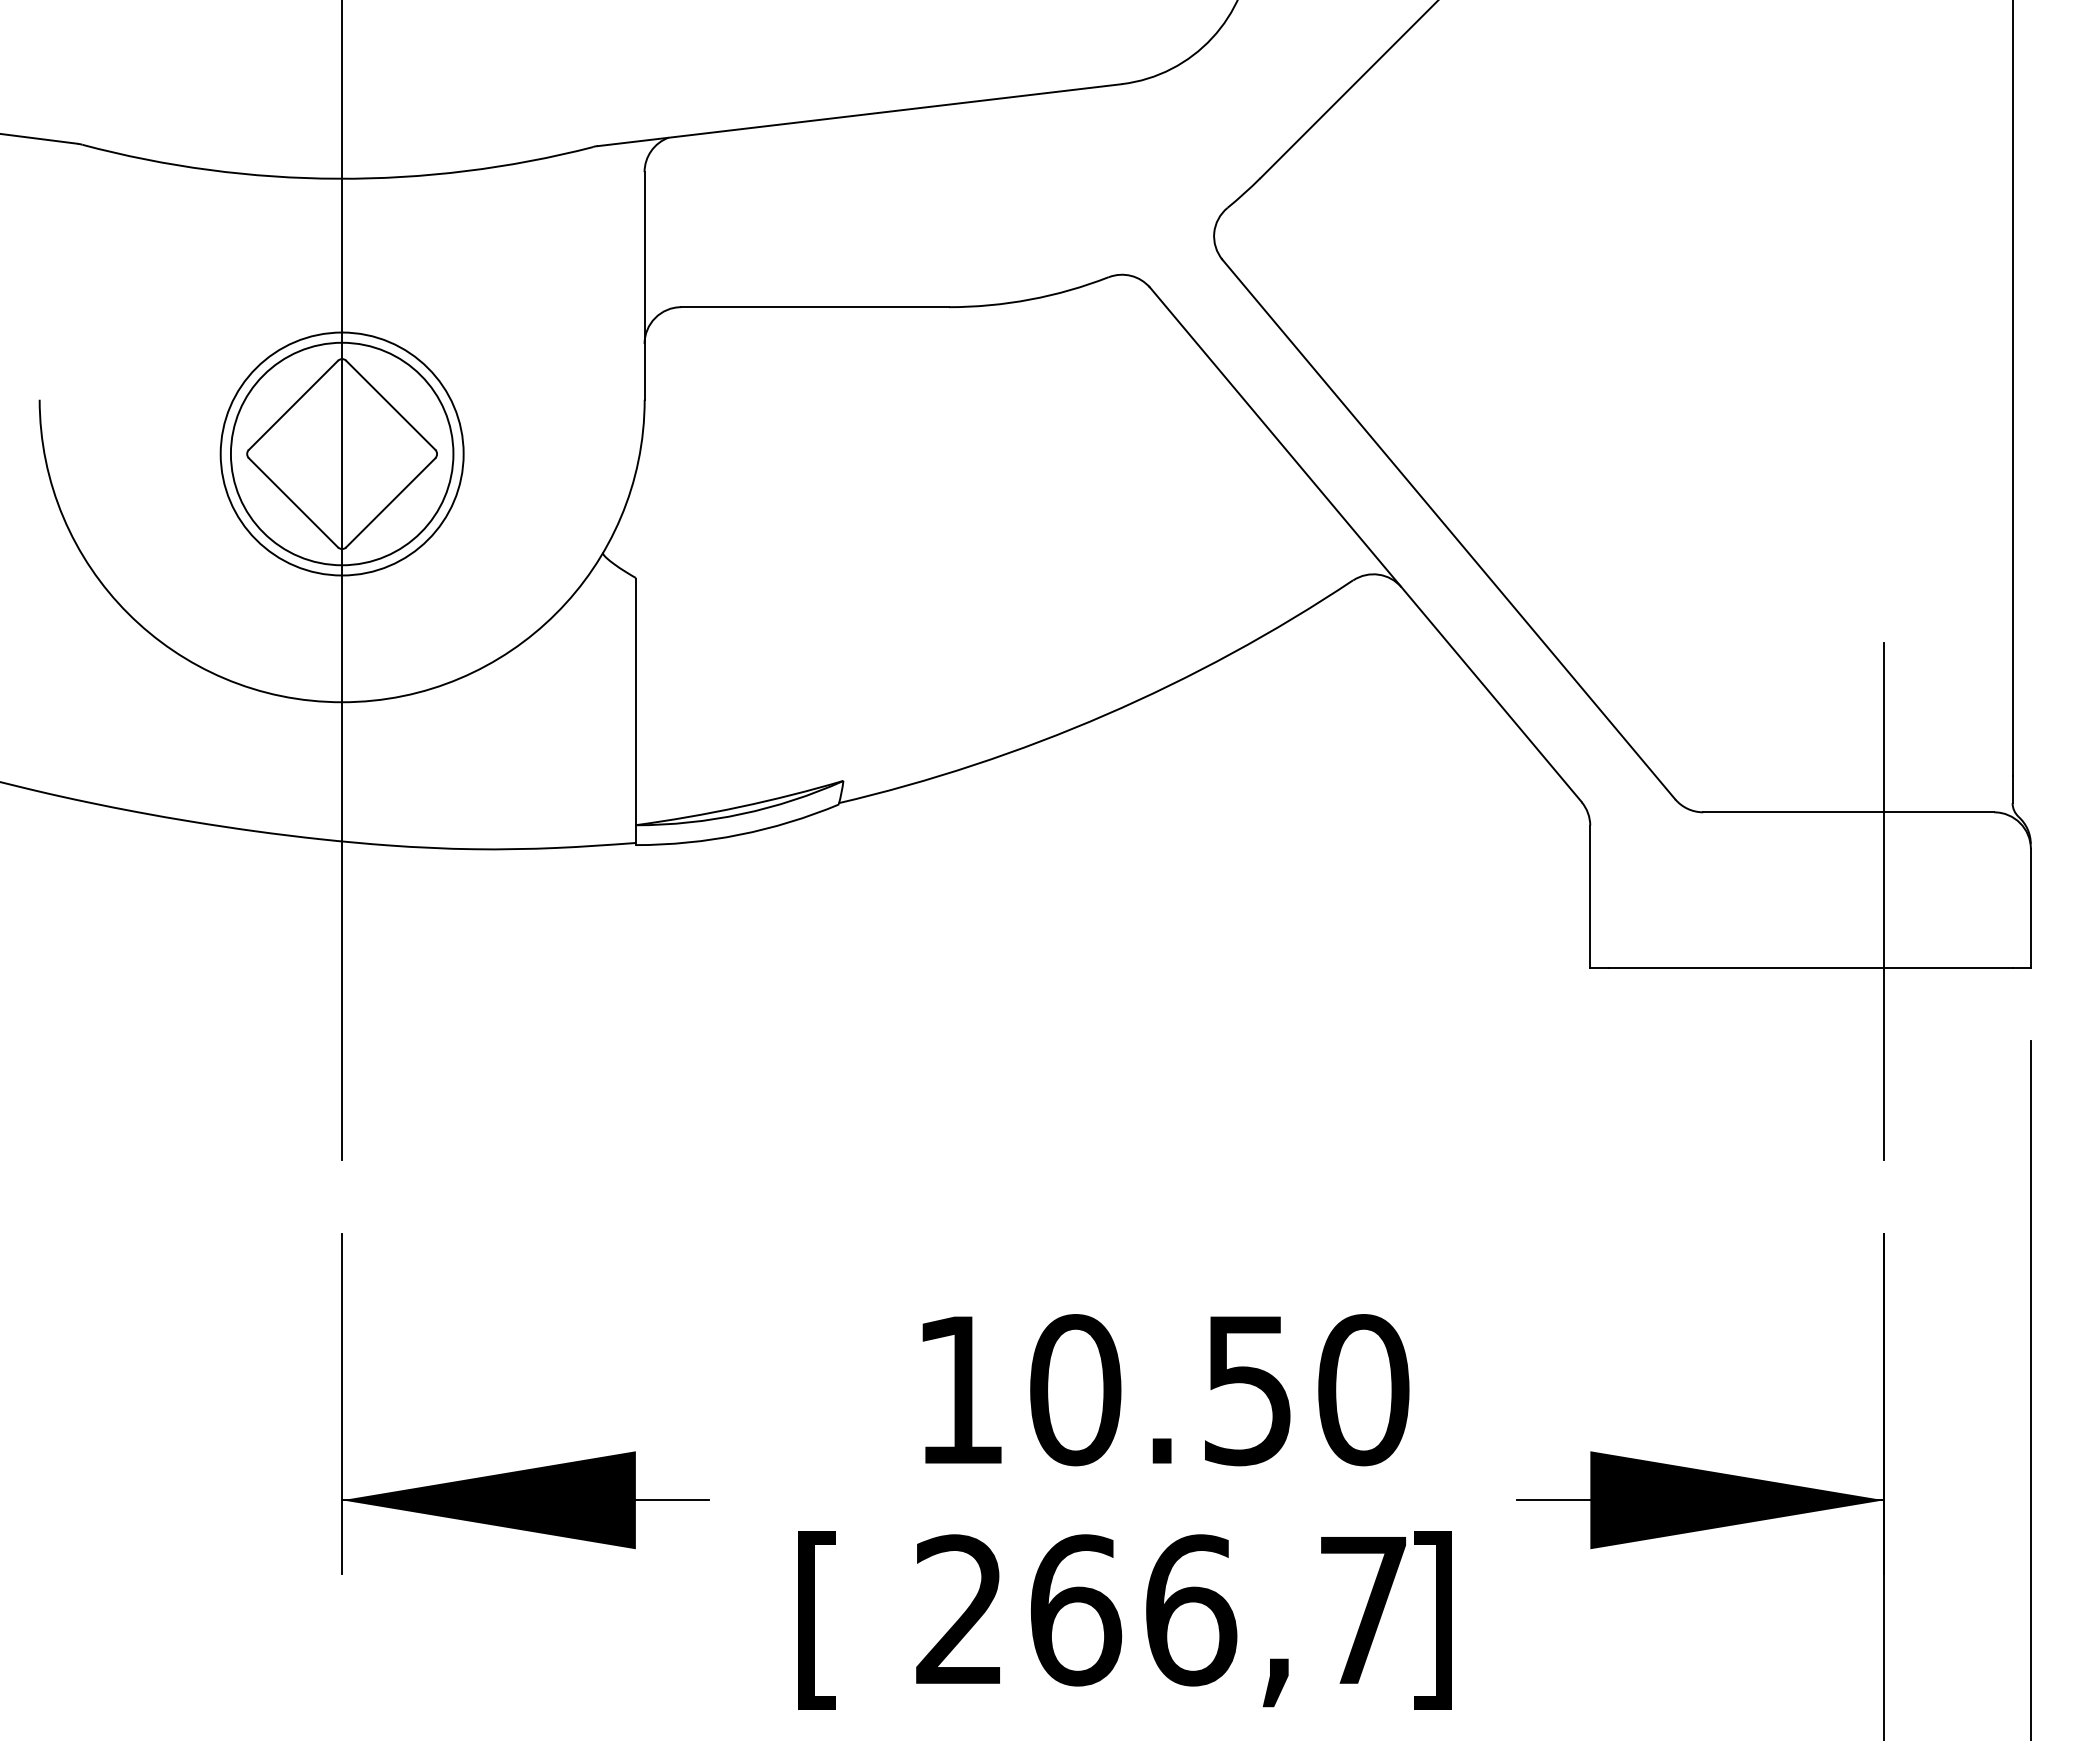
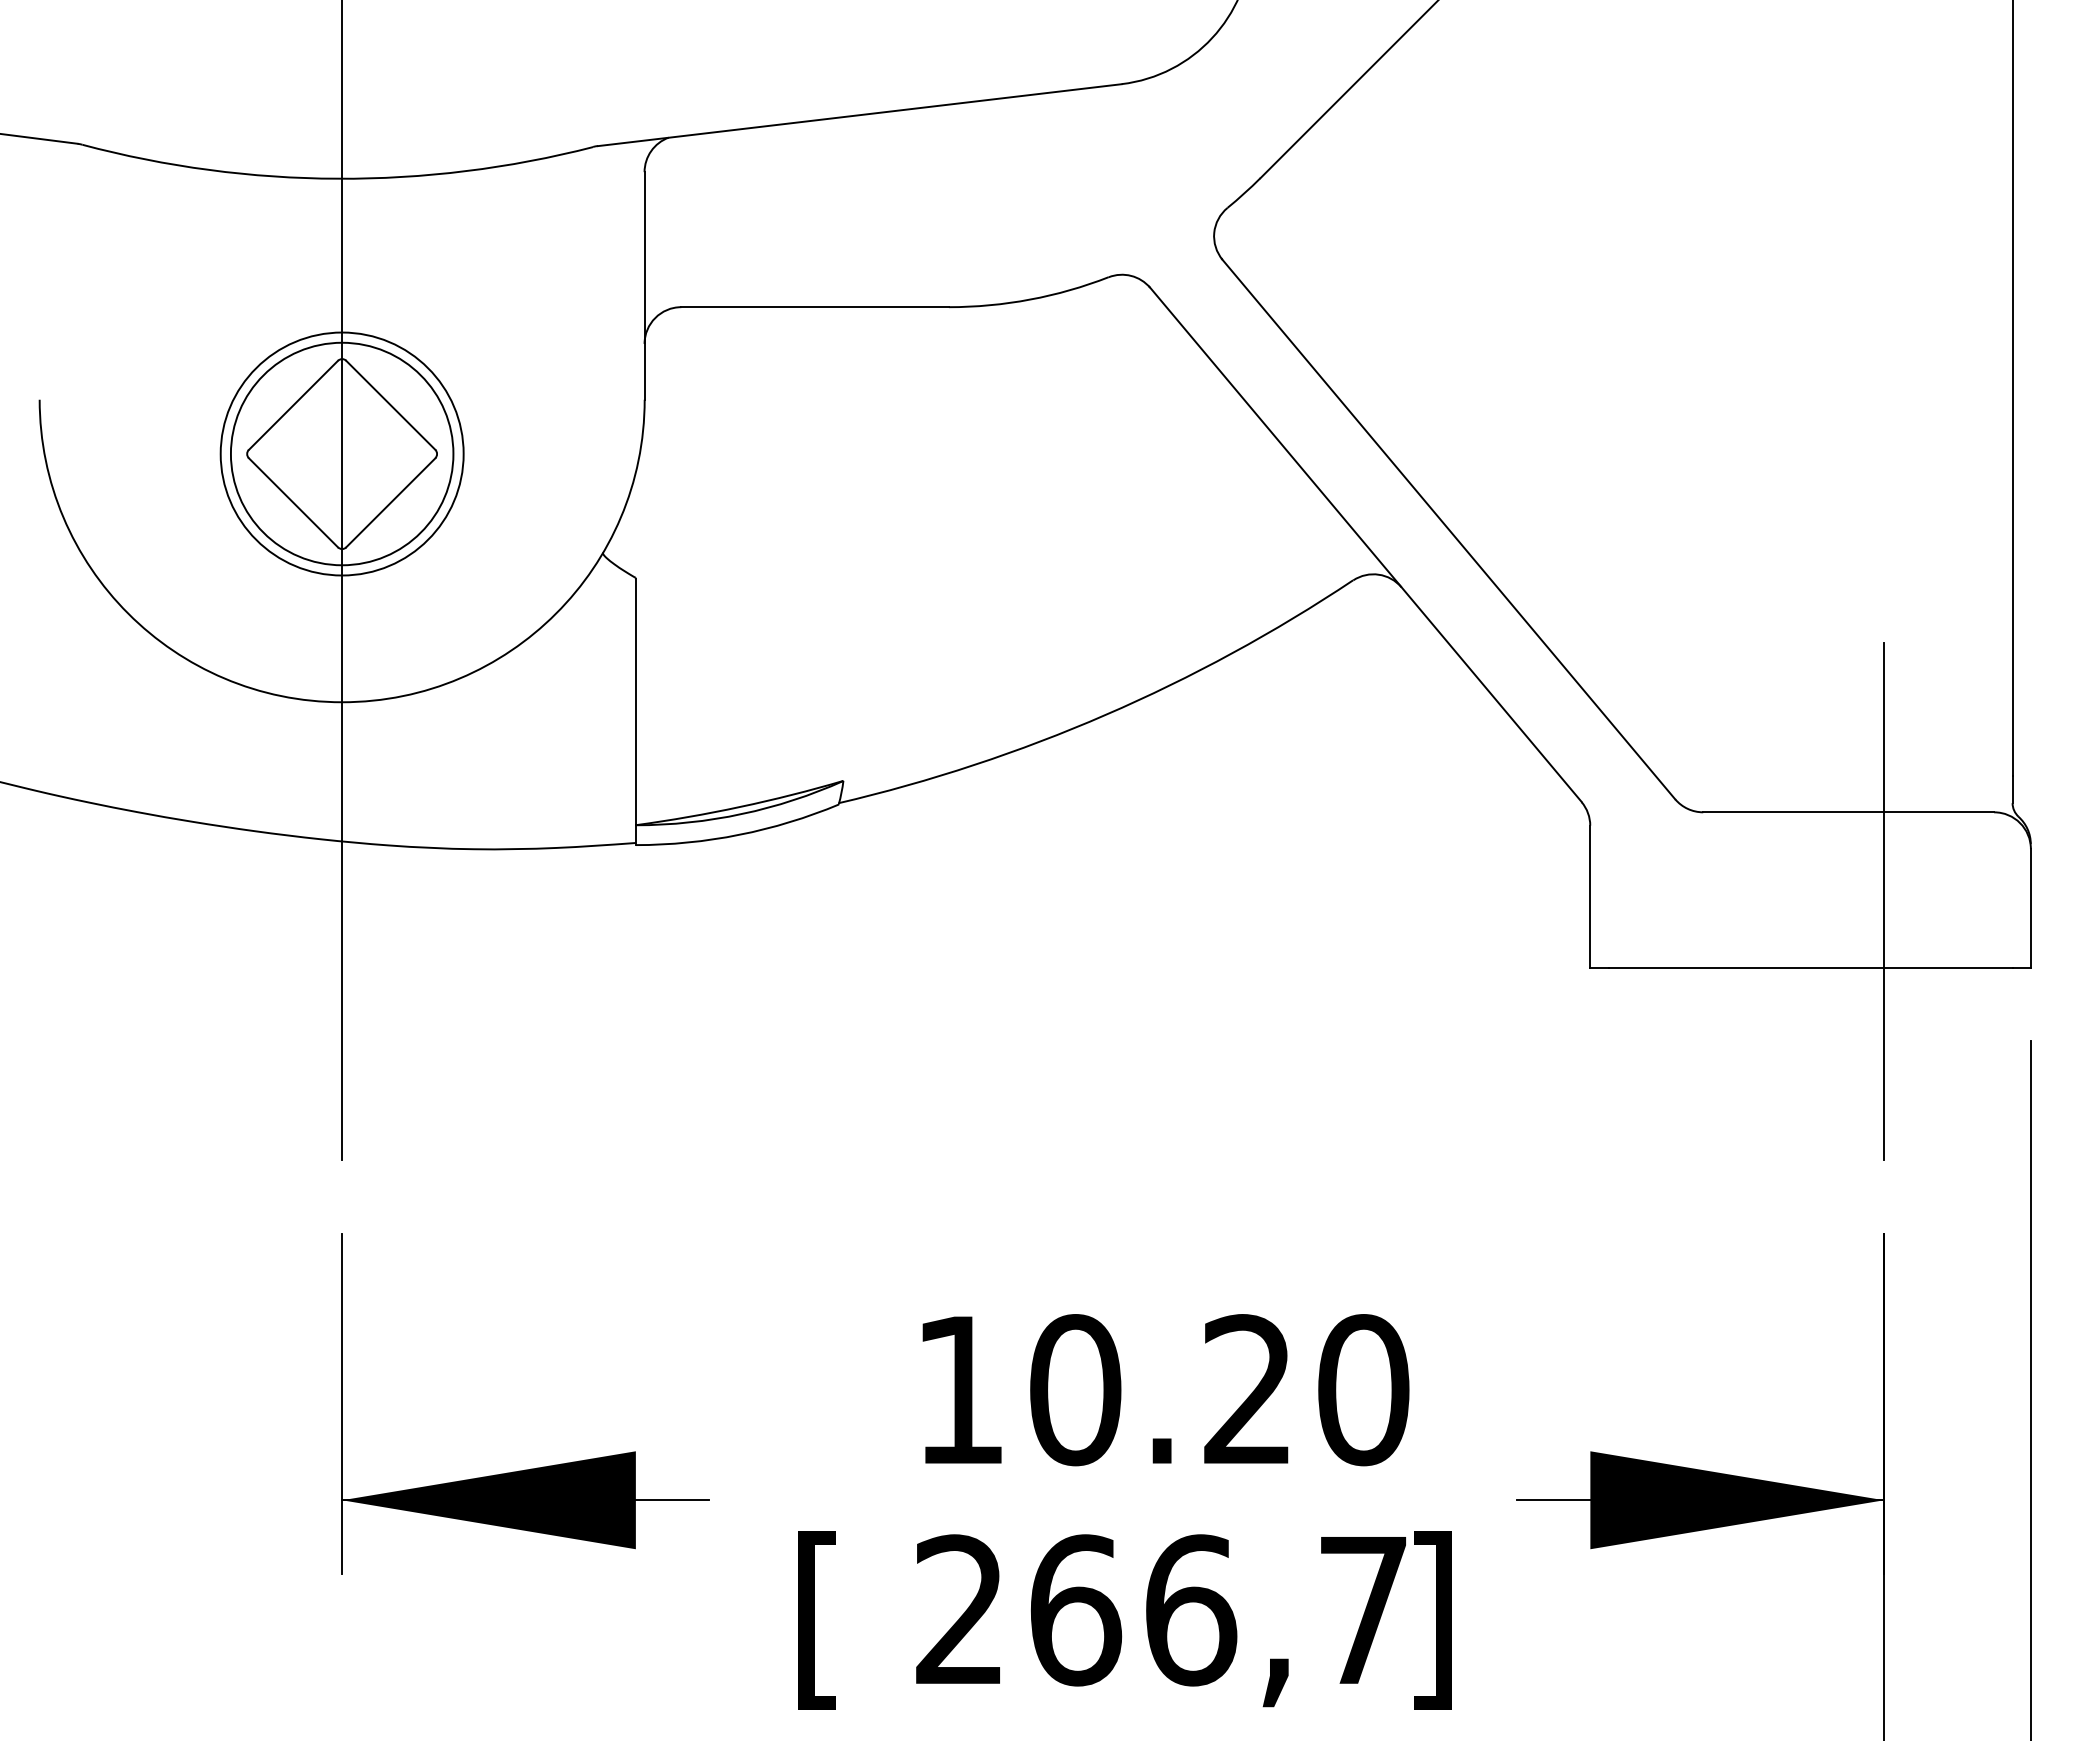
text at (1247, 1390): 10.50 -> 10.20
